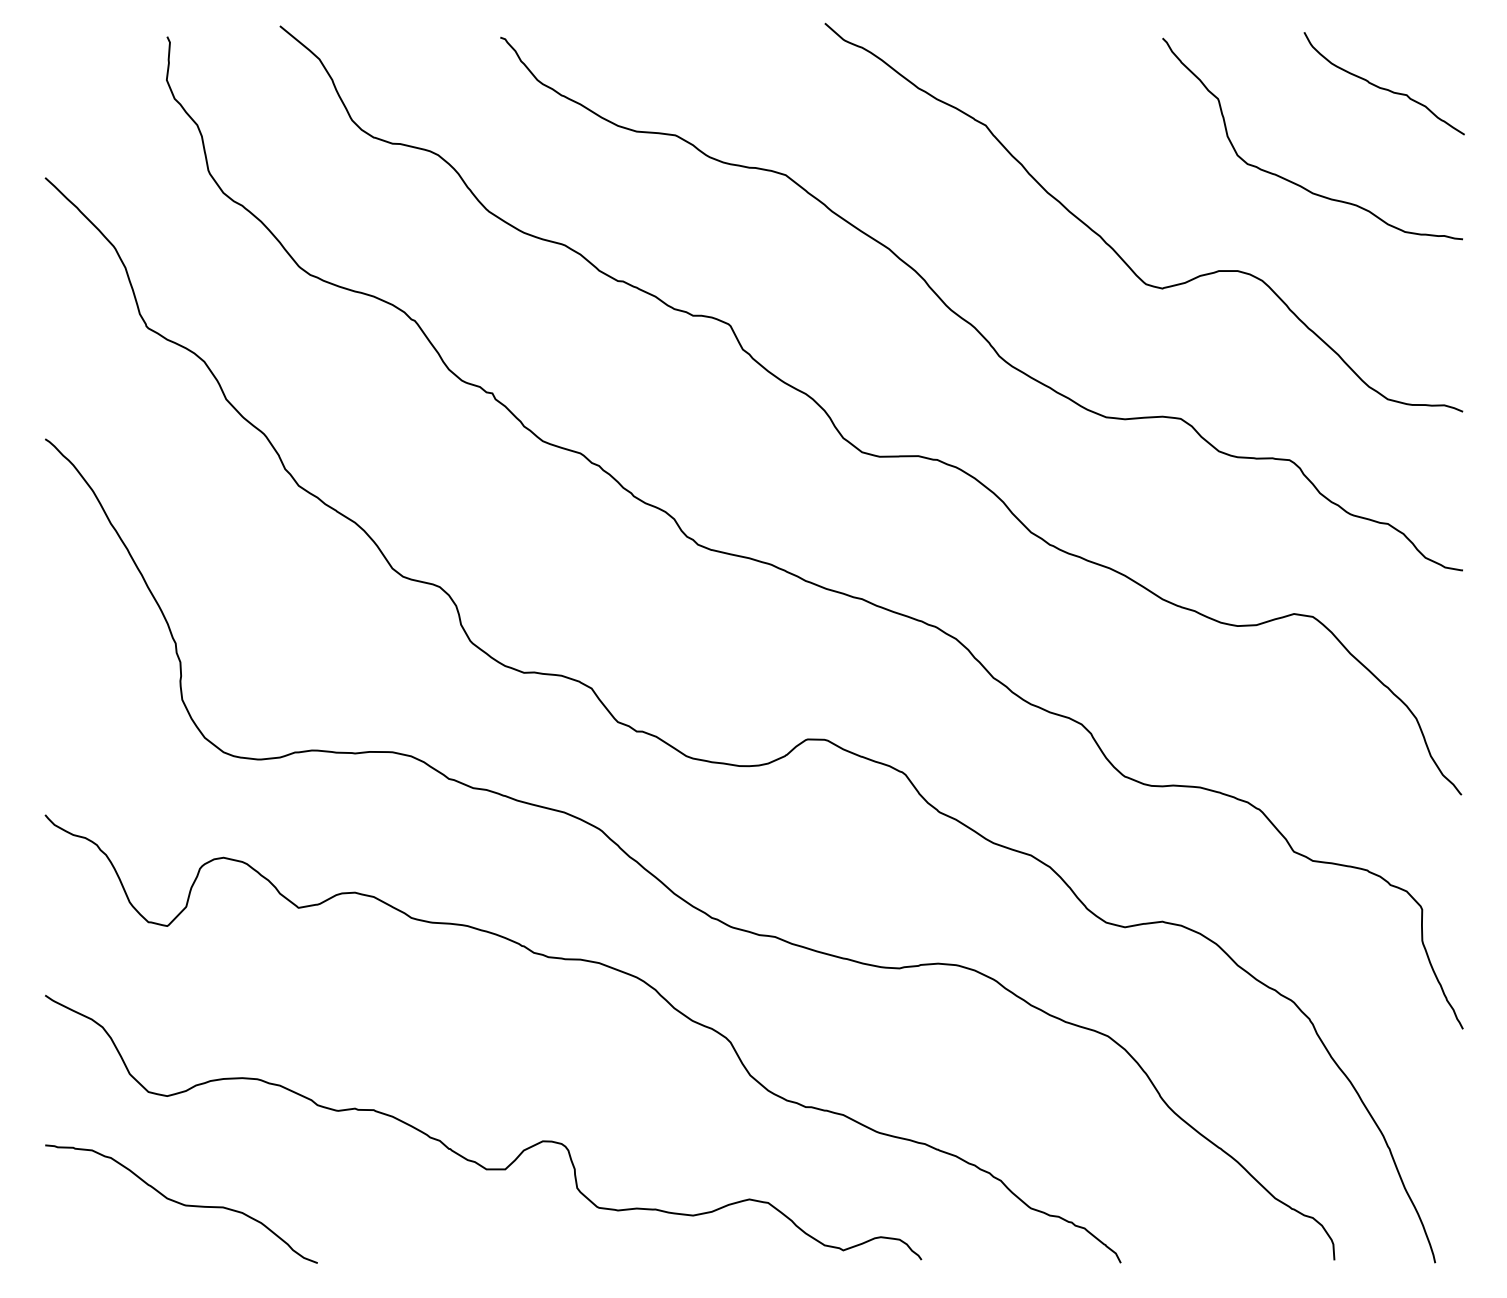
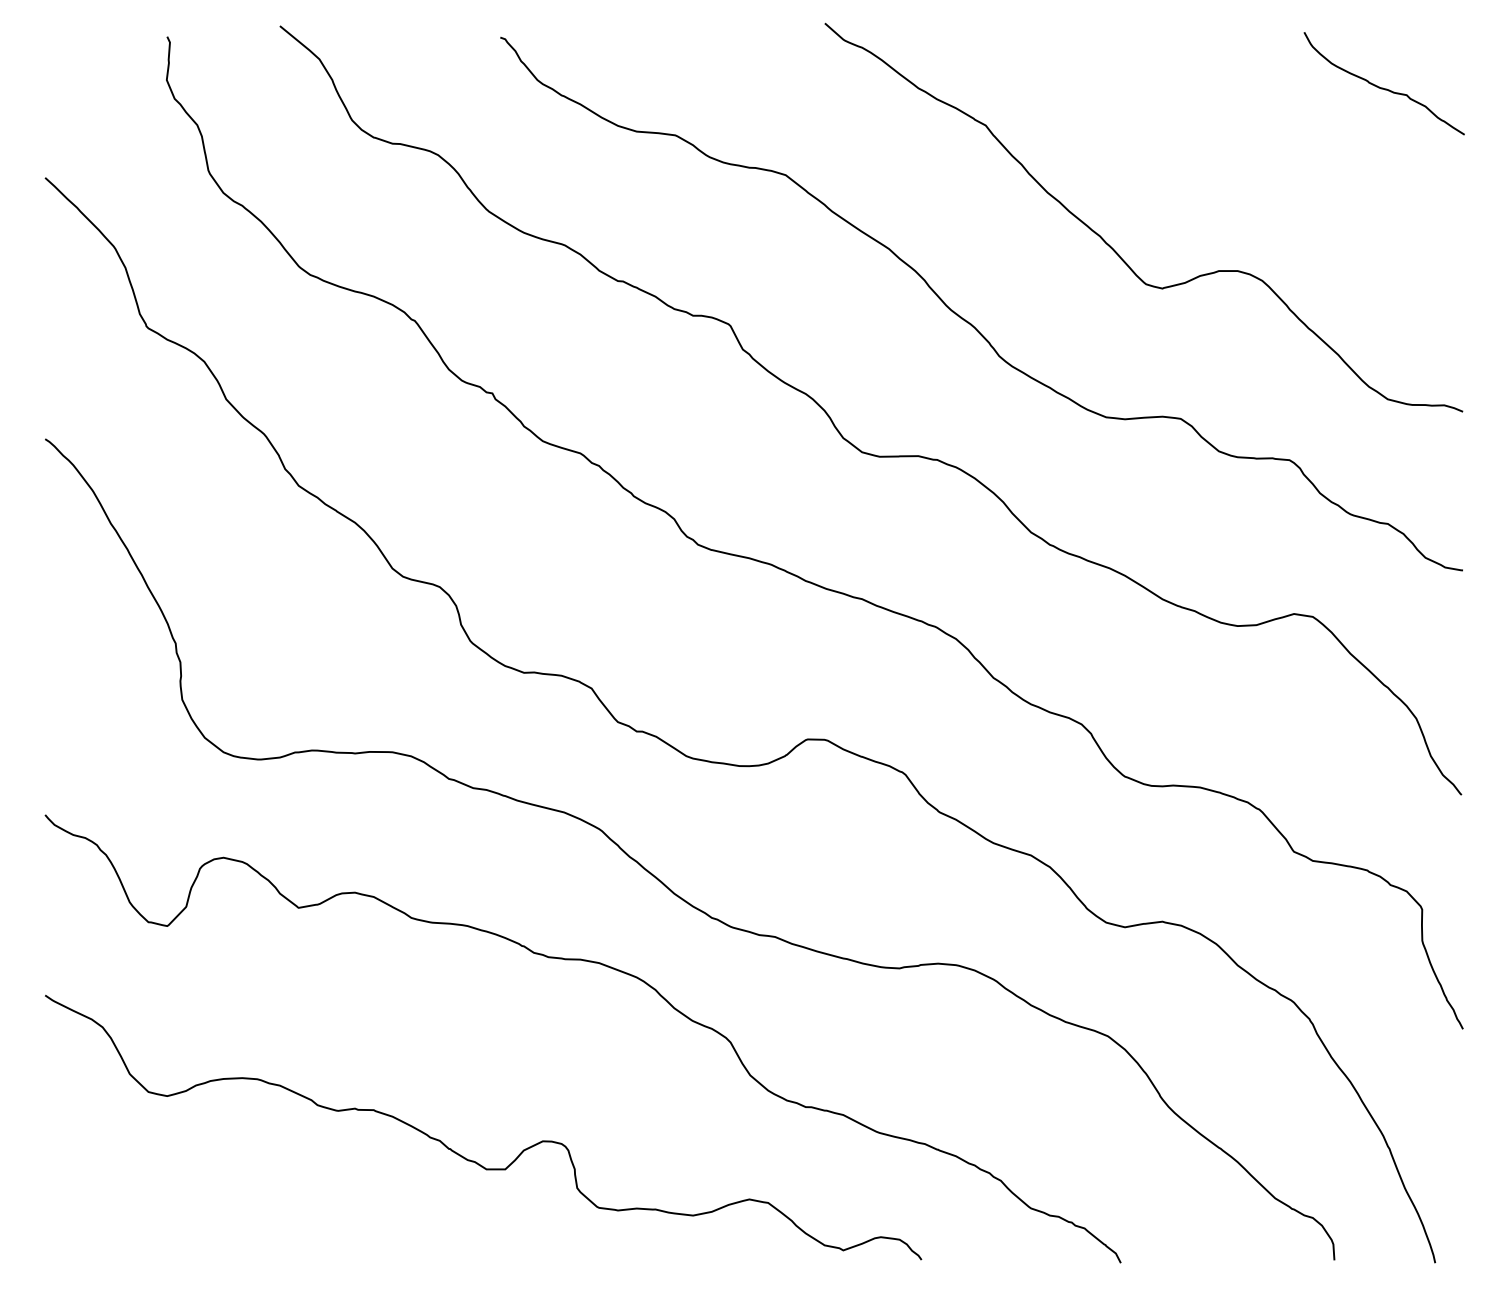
curve at (1295, 182): present -> none
curve at (181, 1203): present -> none
